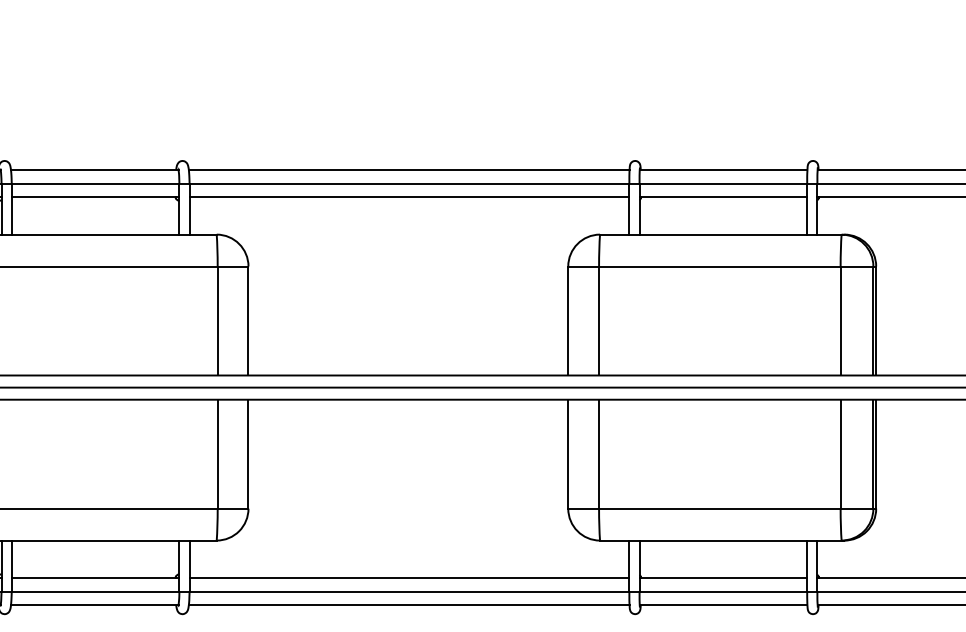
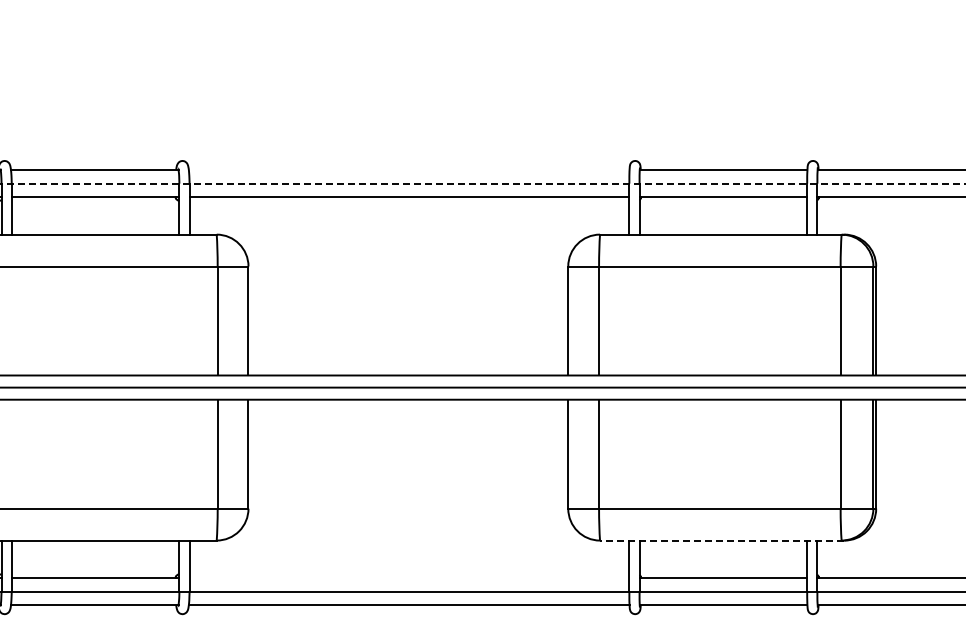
line at (408, 170): present -> none
line at (482, 183): solid -> dashed
line at (721, 540): solid -> dashed
line at (409, 578): present -> none
